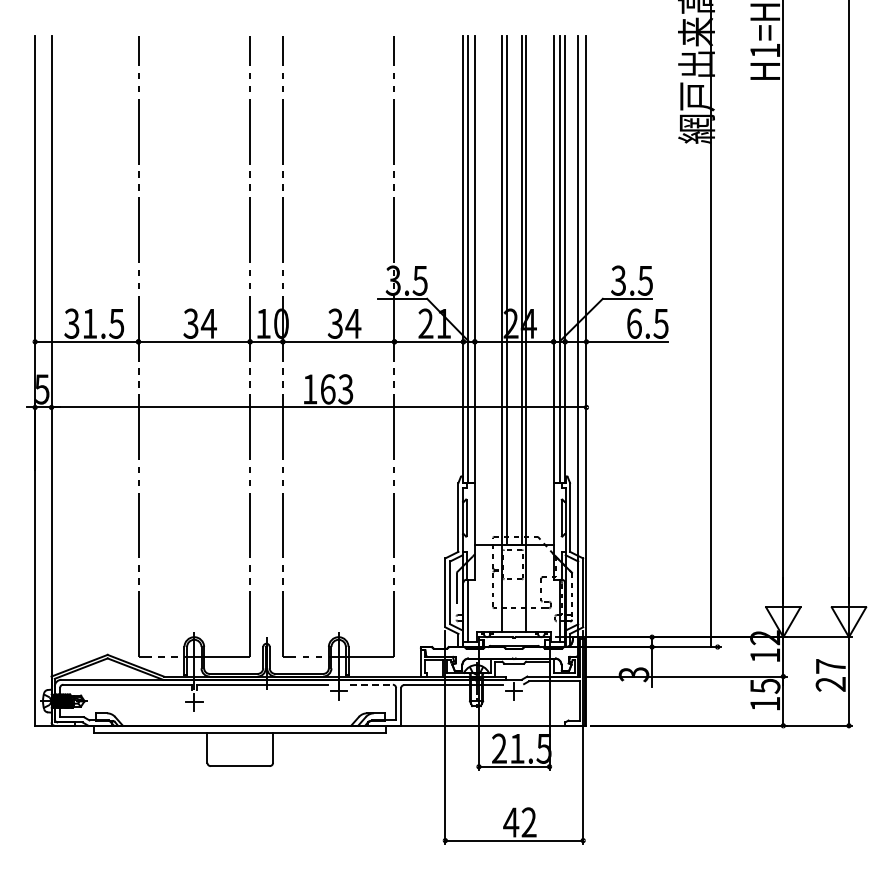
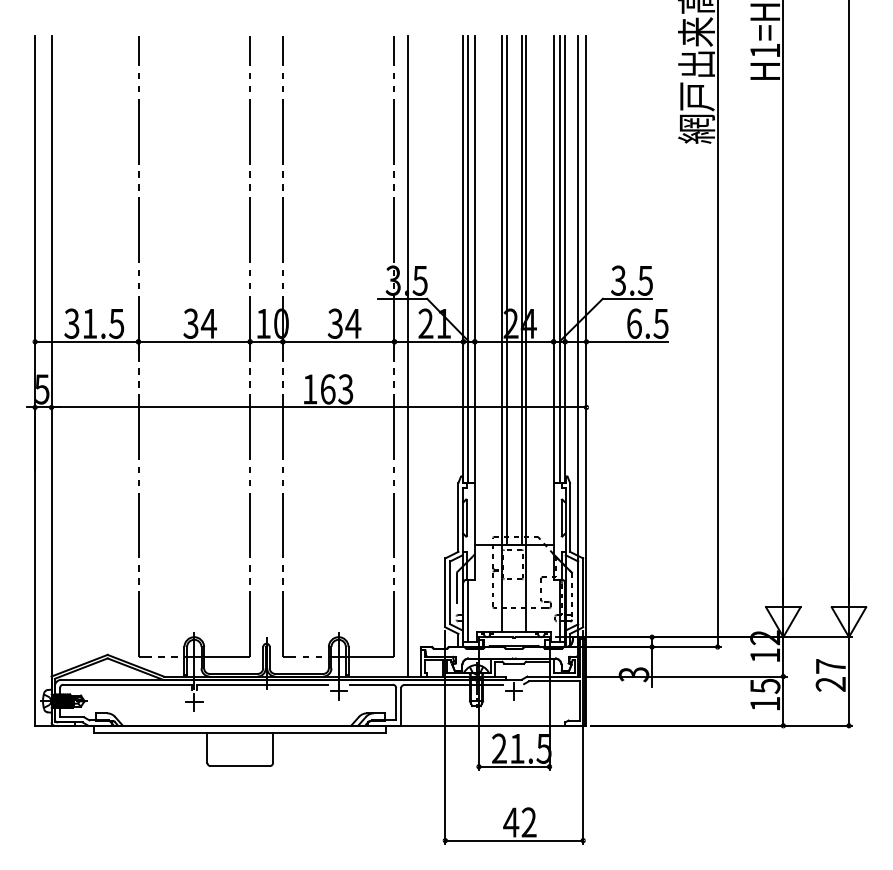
line at (710, 324) position: (710, 324) -> (717, 324)
line at (407, 355): none -> present
line at (371, 684): dashed -> solid
